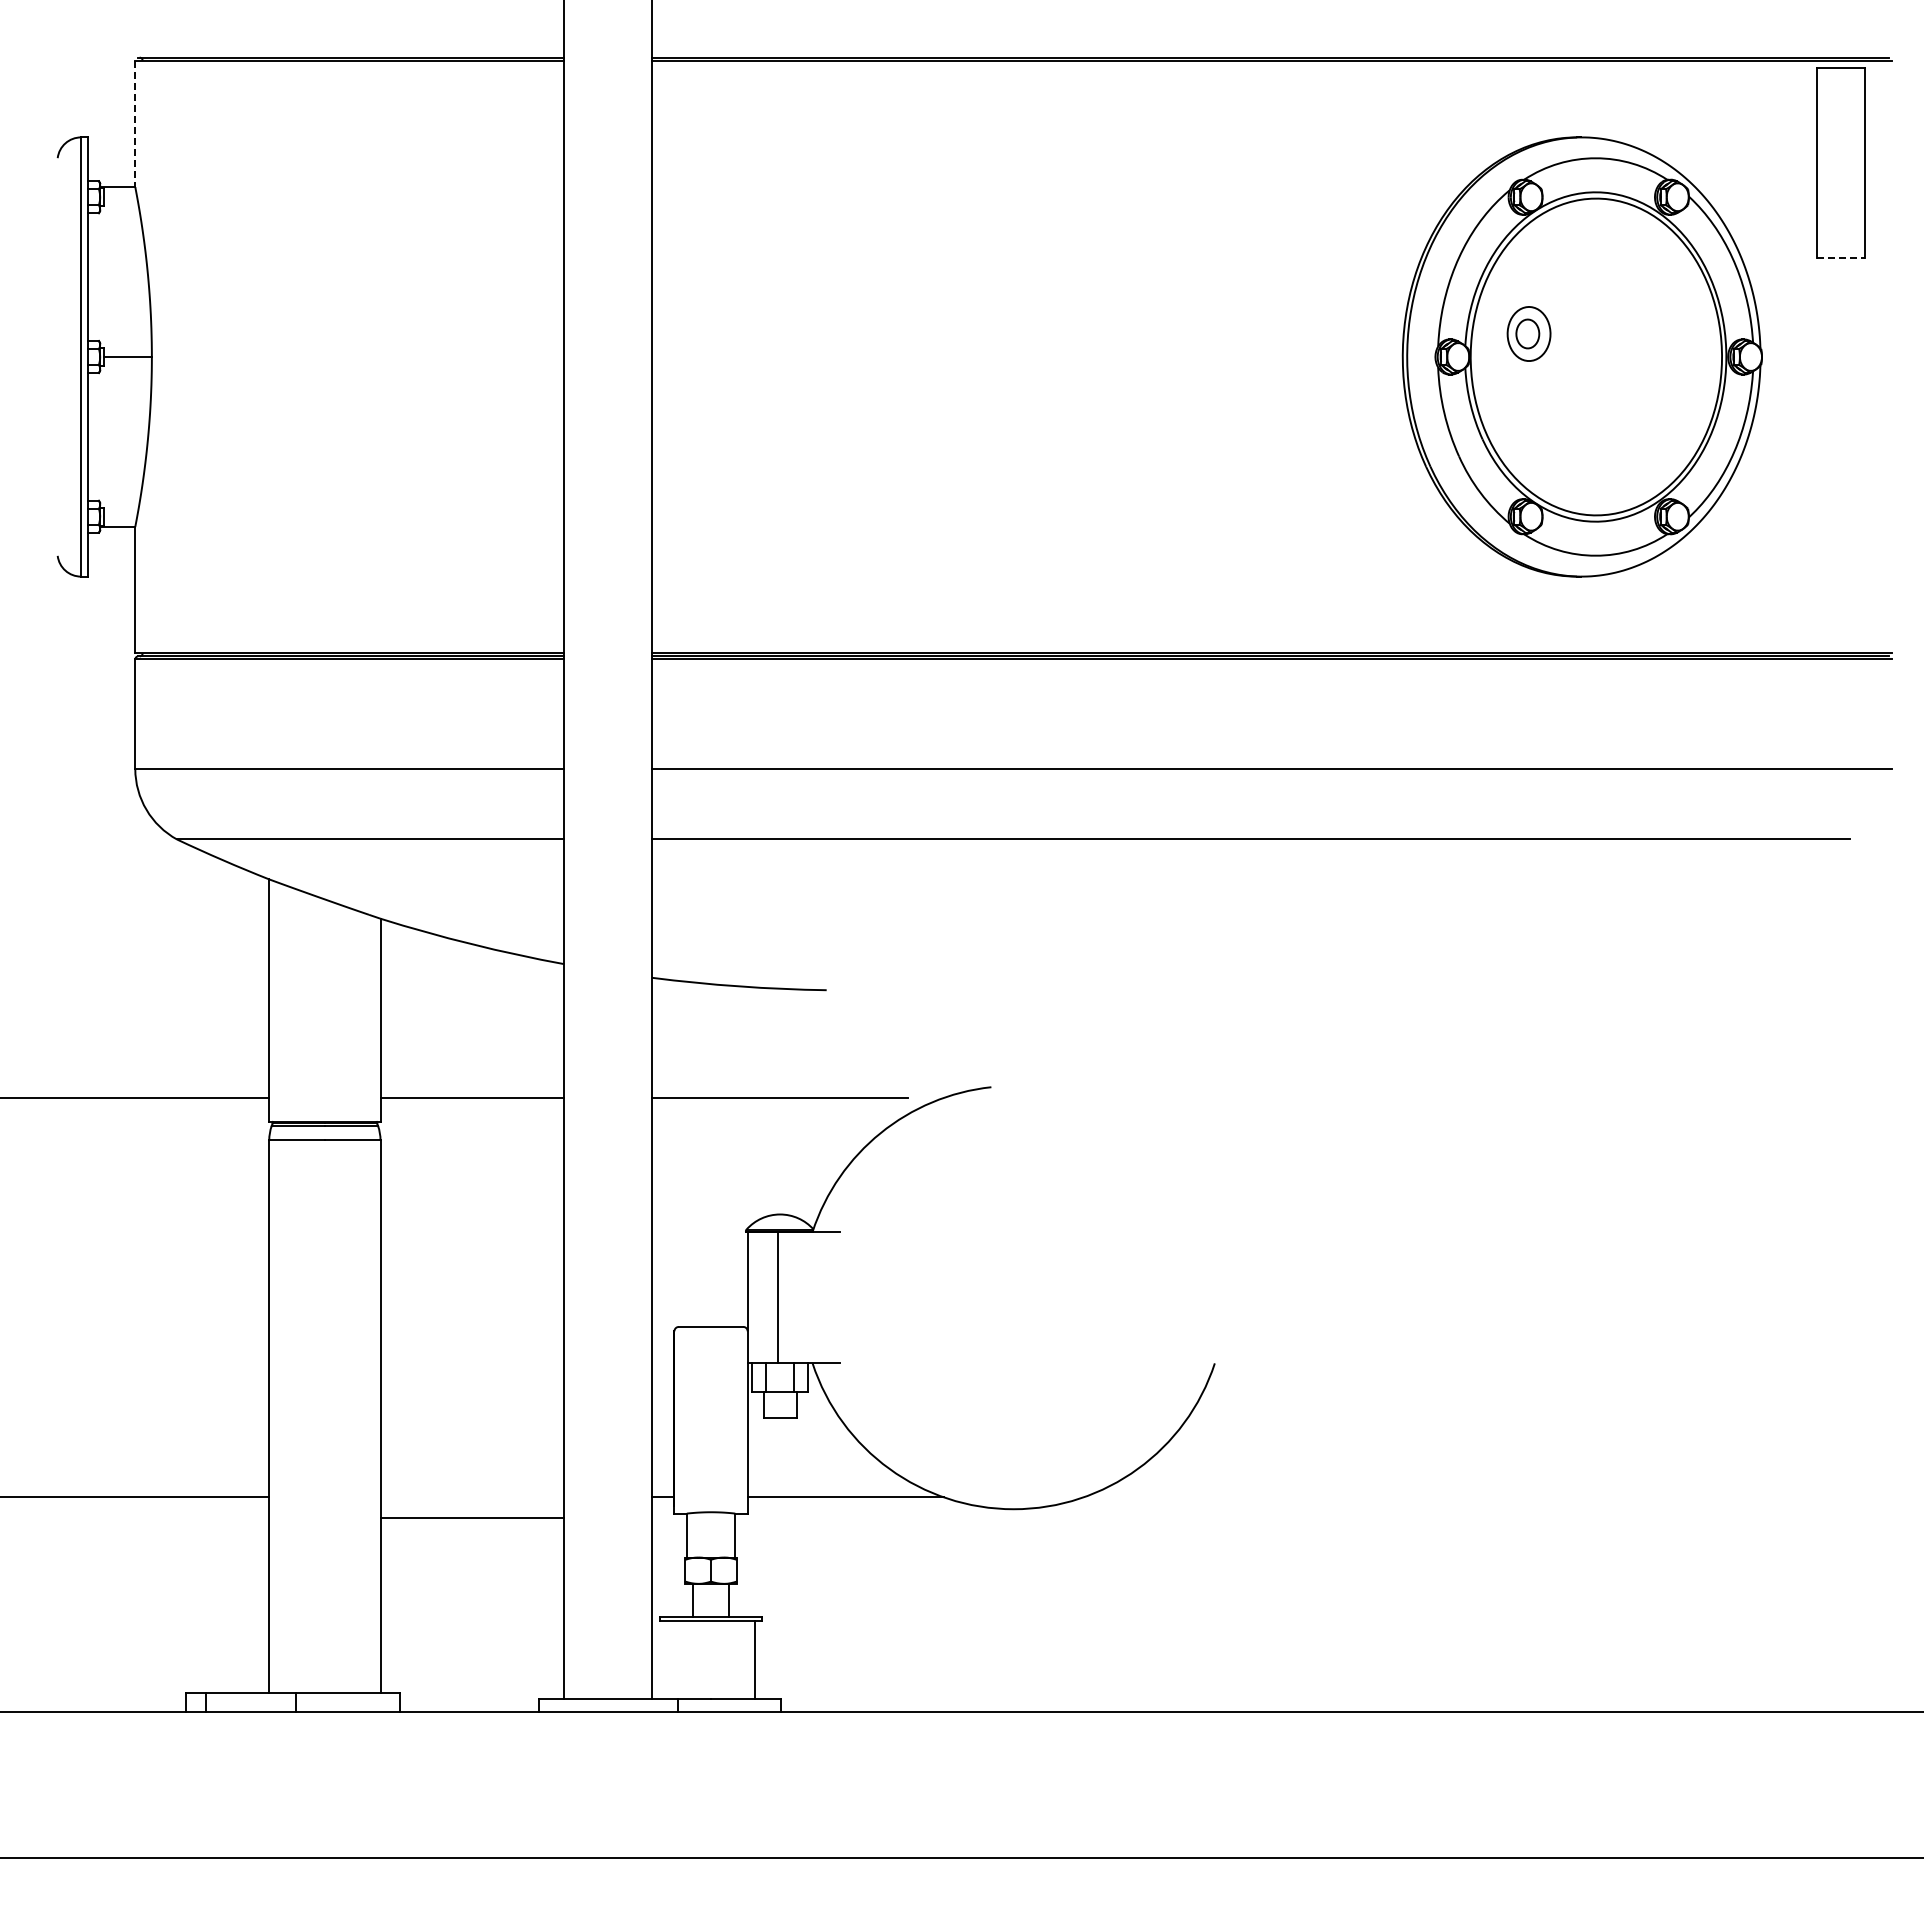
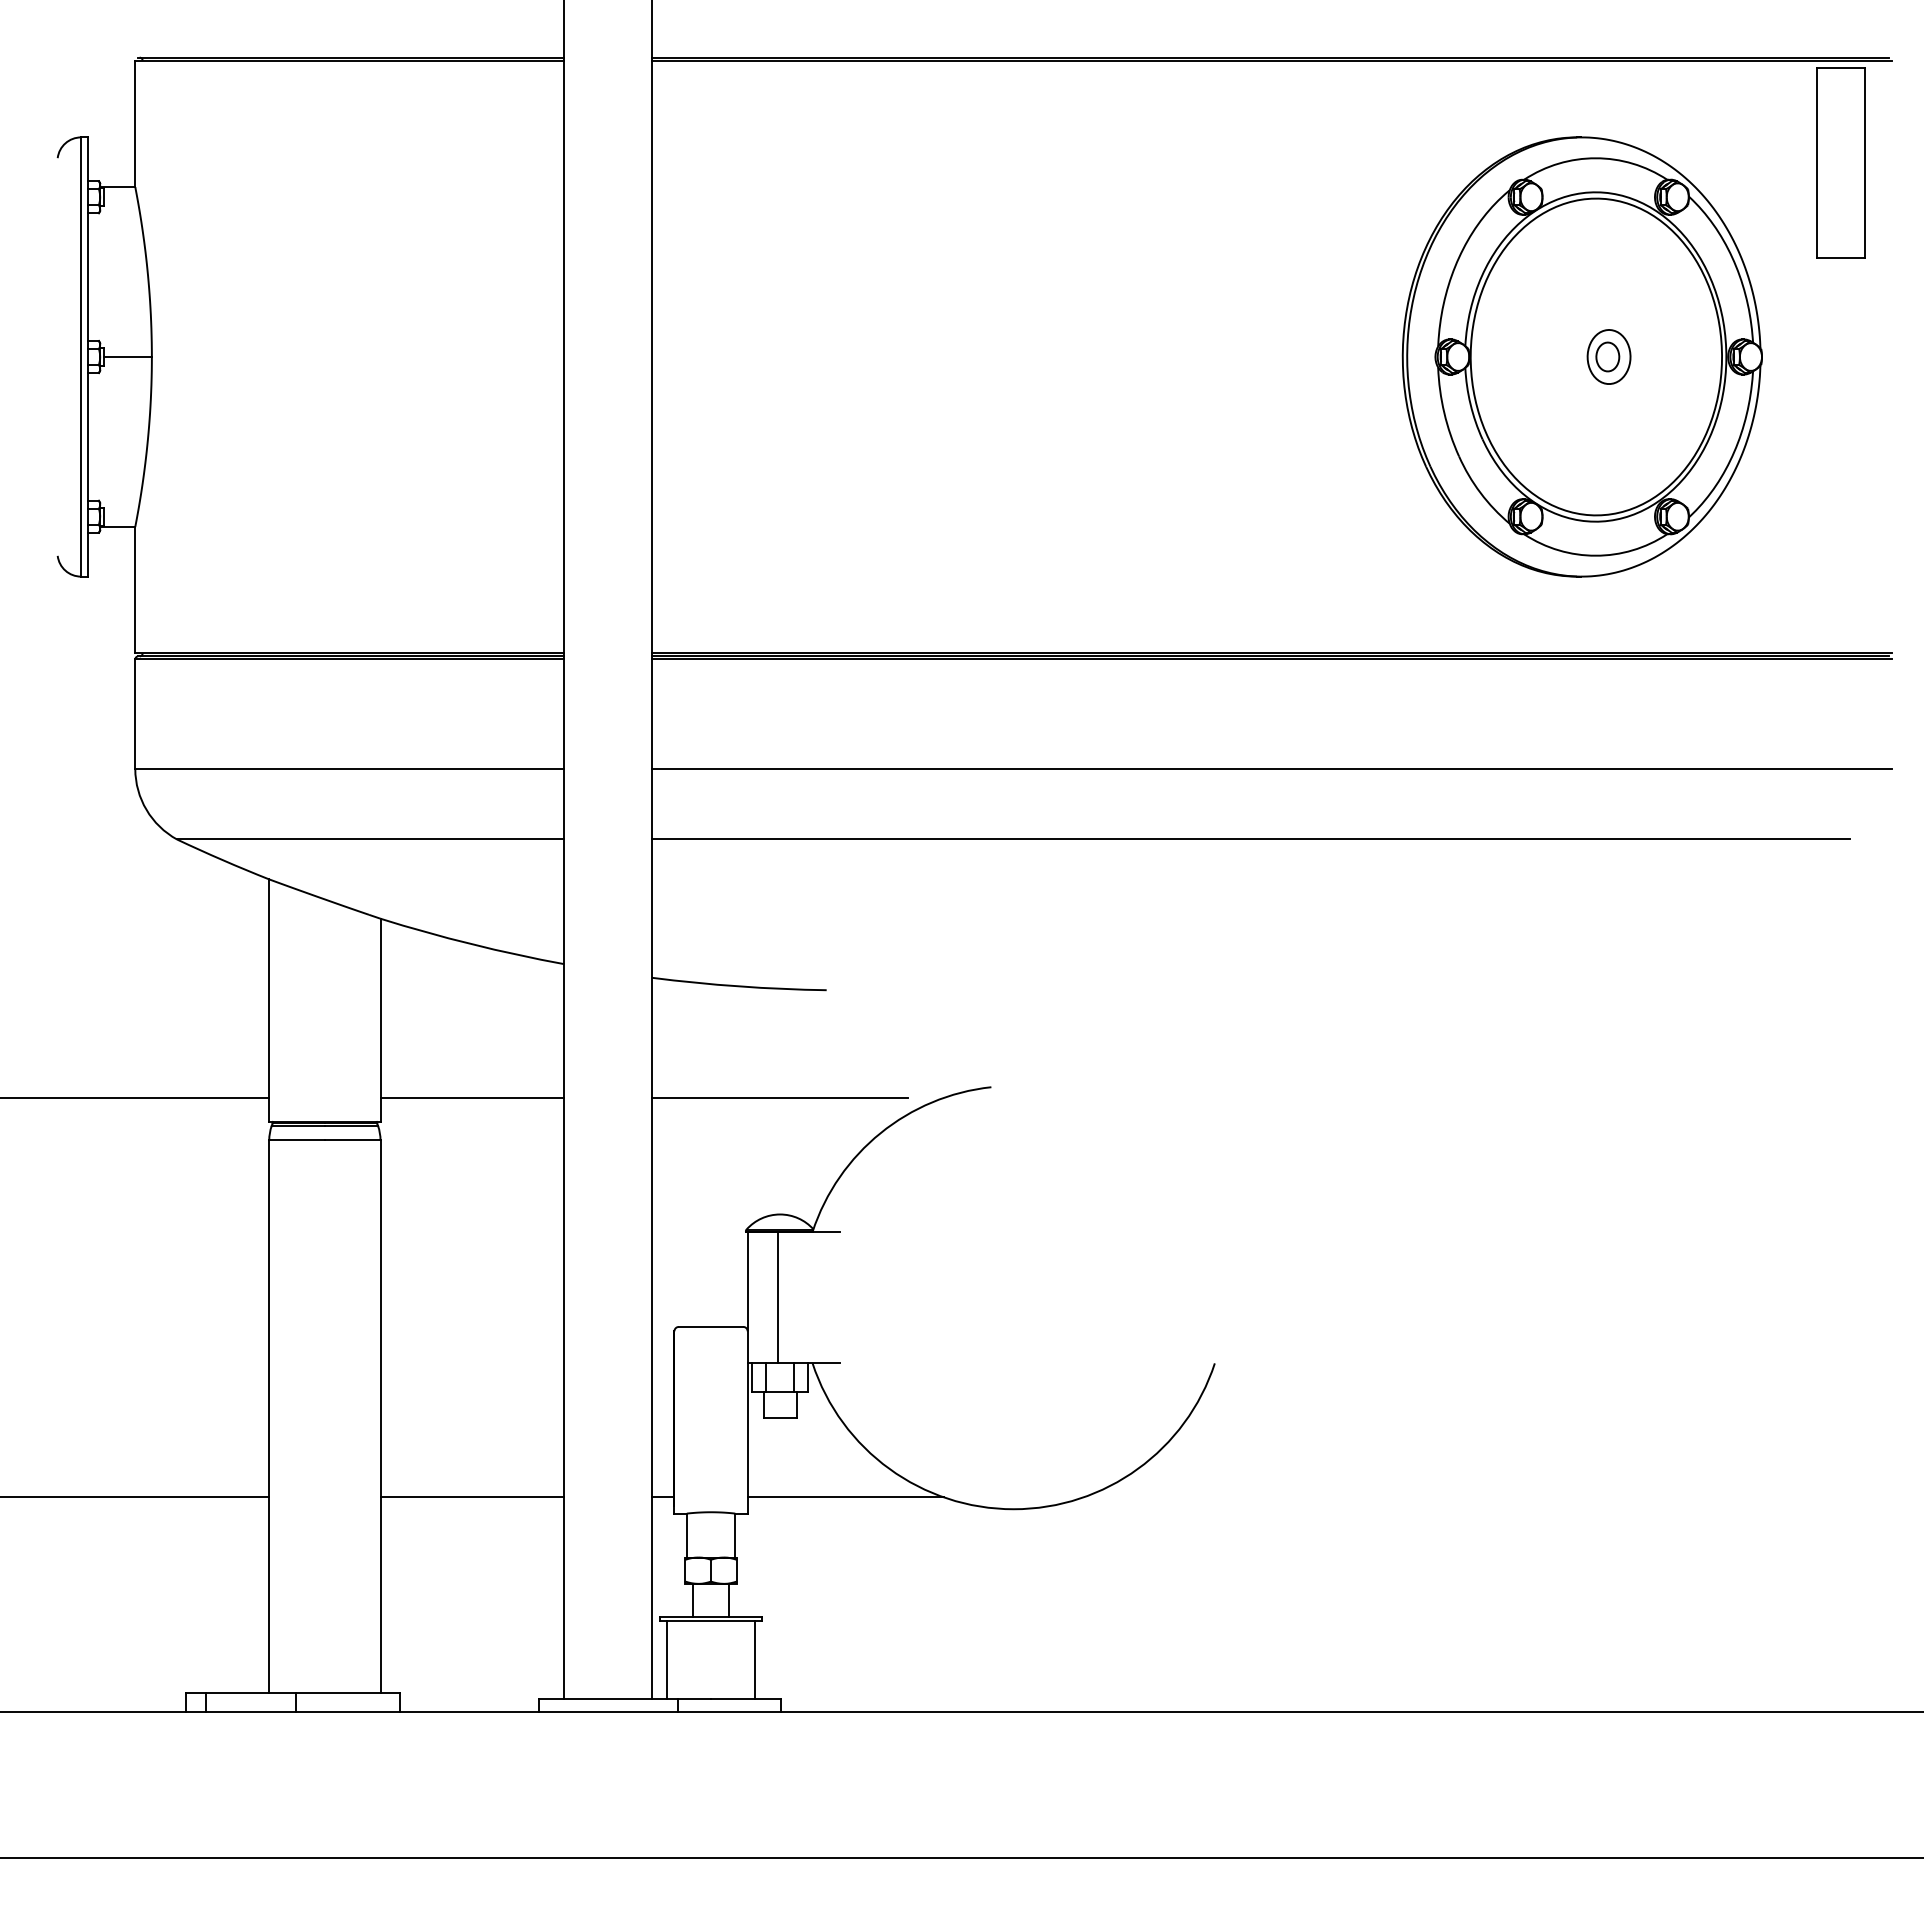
line at (135, 124): dashed -> solid
line at (1840, 258): dashed -> solid
part at (1528, 333) position: (1528, 333) -> (1608, 356)
line at (472, 1518) position: (472, 1518) -> (472, 1497)
line at (667, 1659): none -> present
